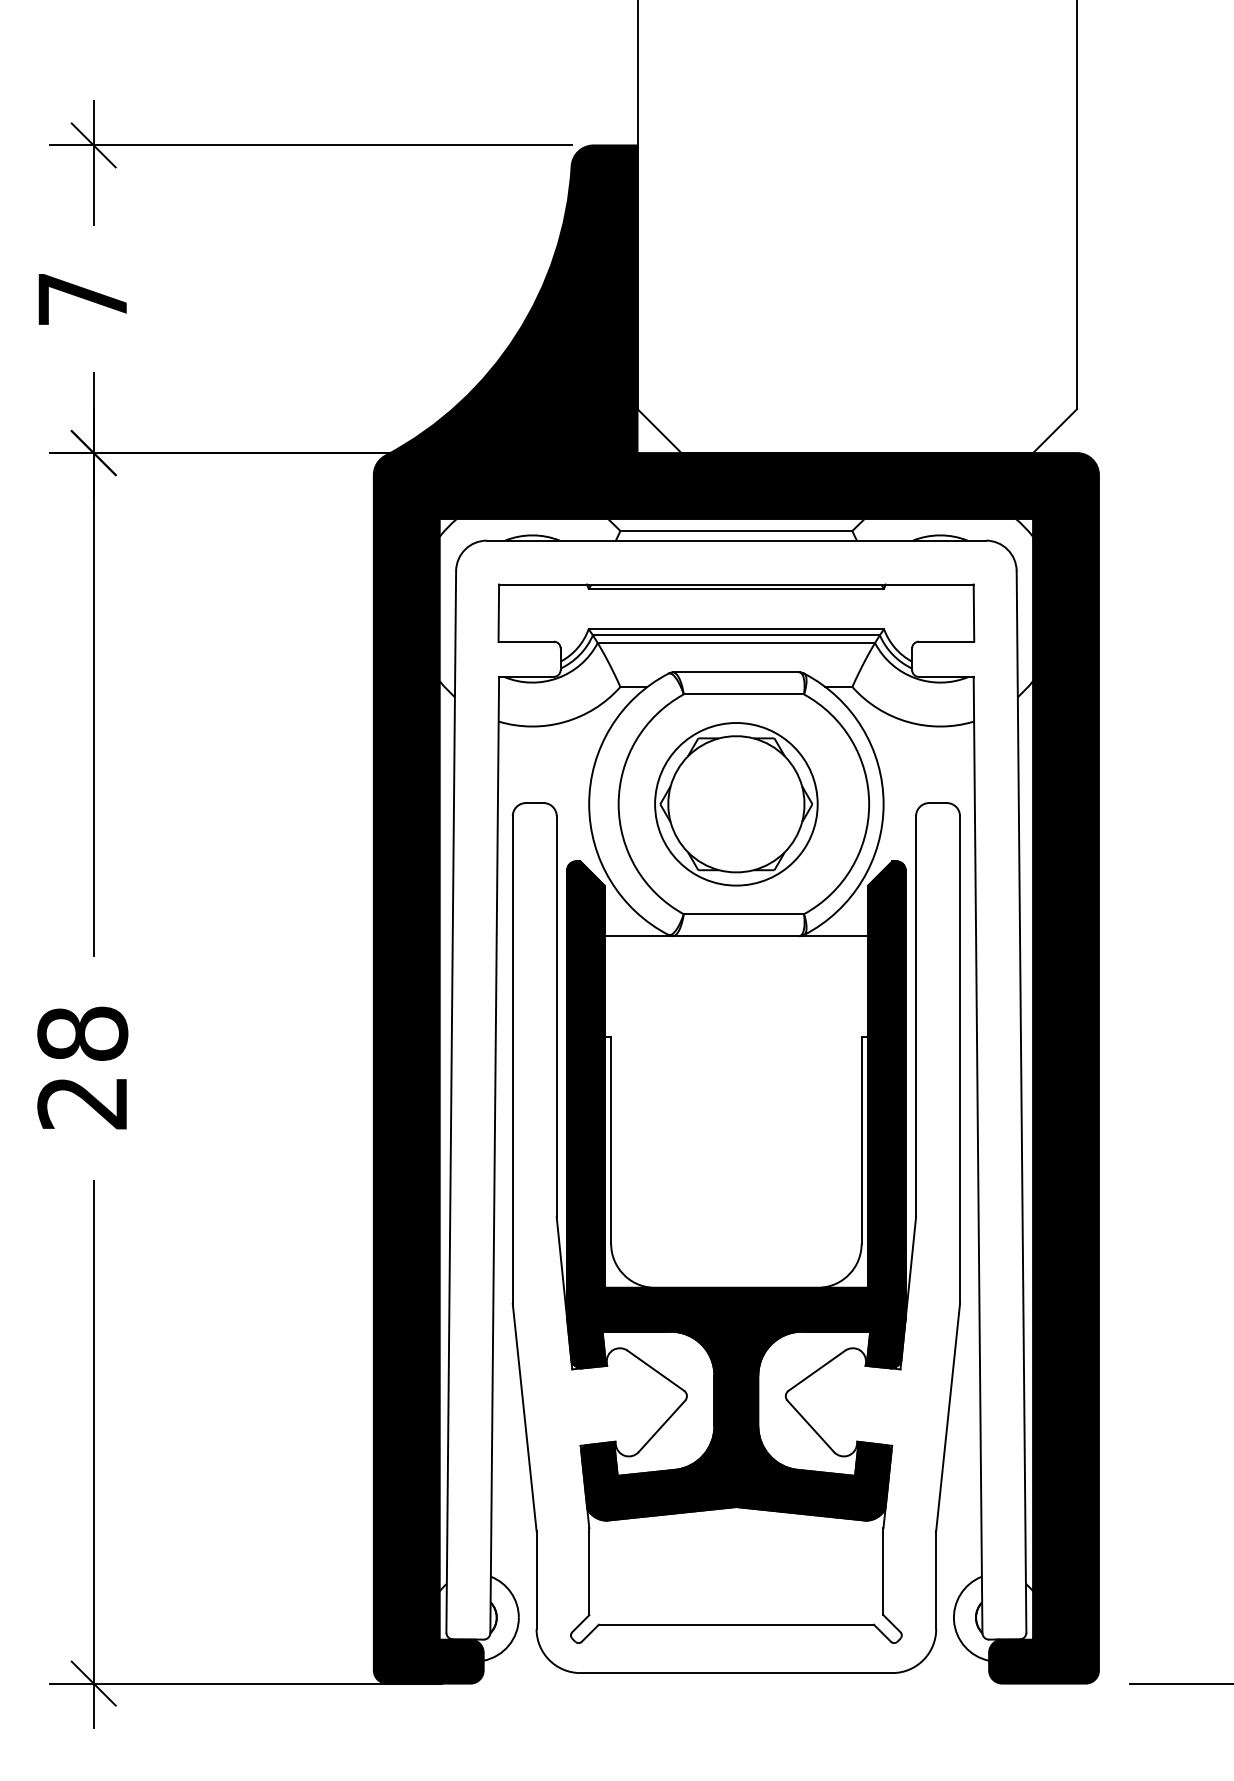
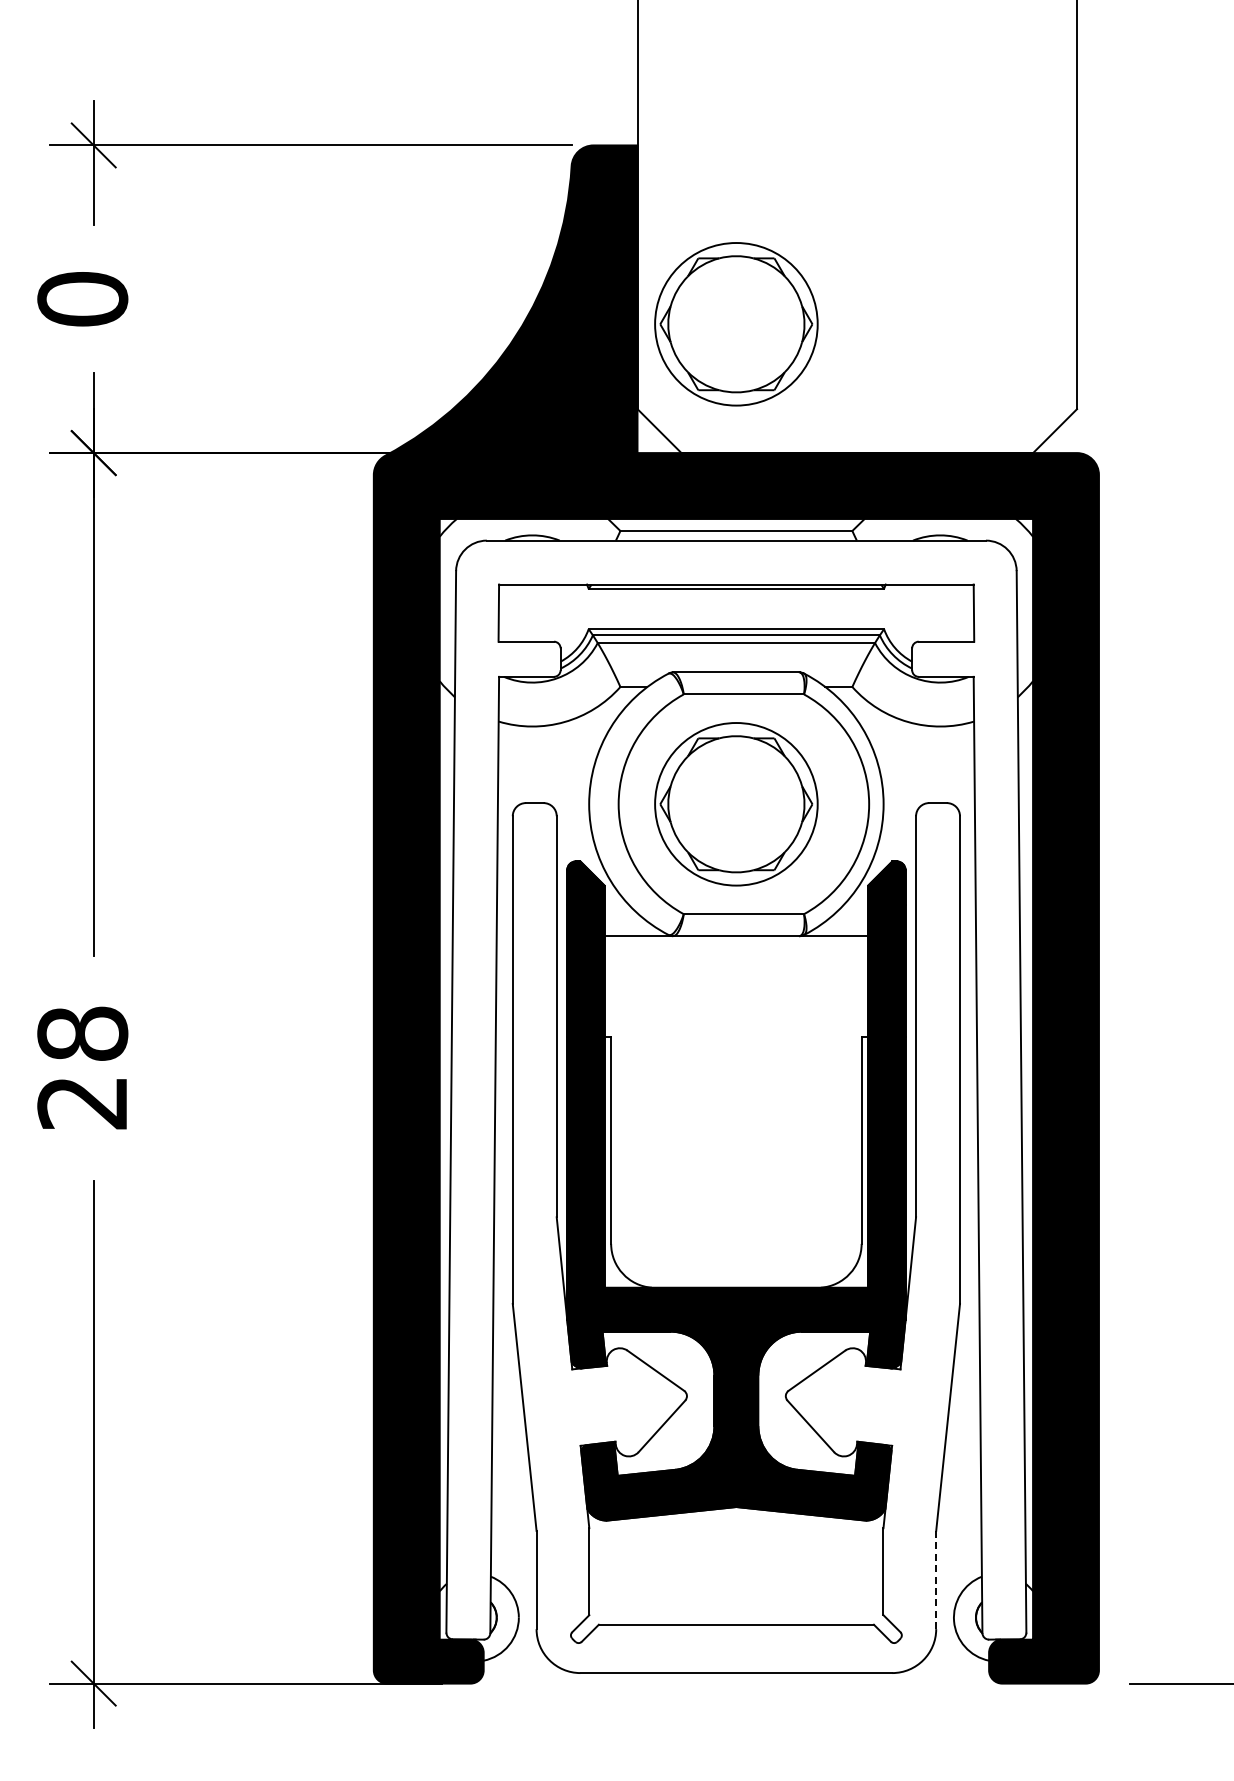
text at (82, 299): 7 -> 0
part at (736, 324): none -> present
line at (936, 1579): solid -> dashed
